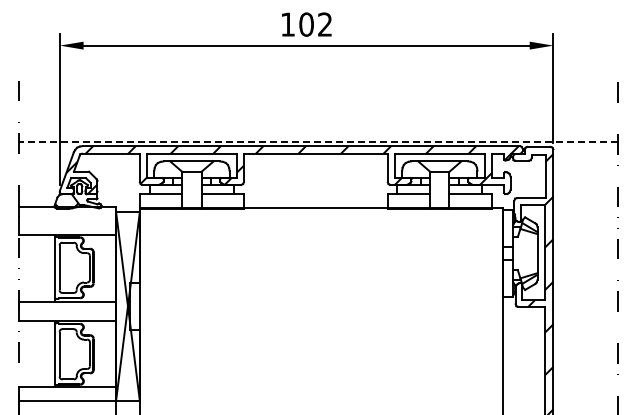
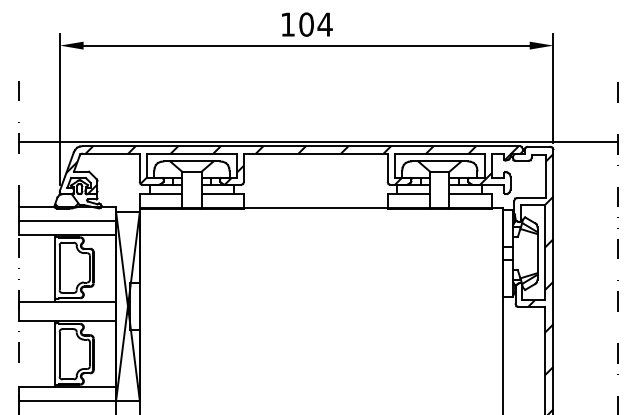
text at (324, 24): 102 -> 104
line at (318, 141): dashed -> solid
line at (67, 221): none -> present
